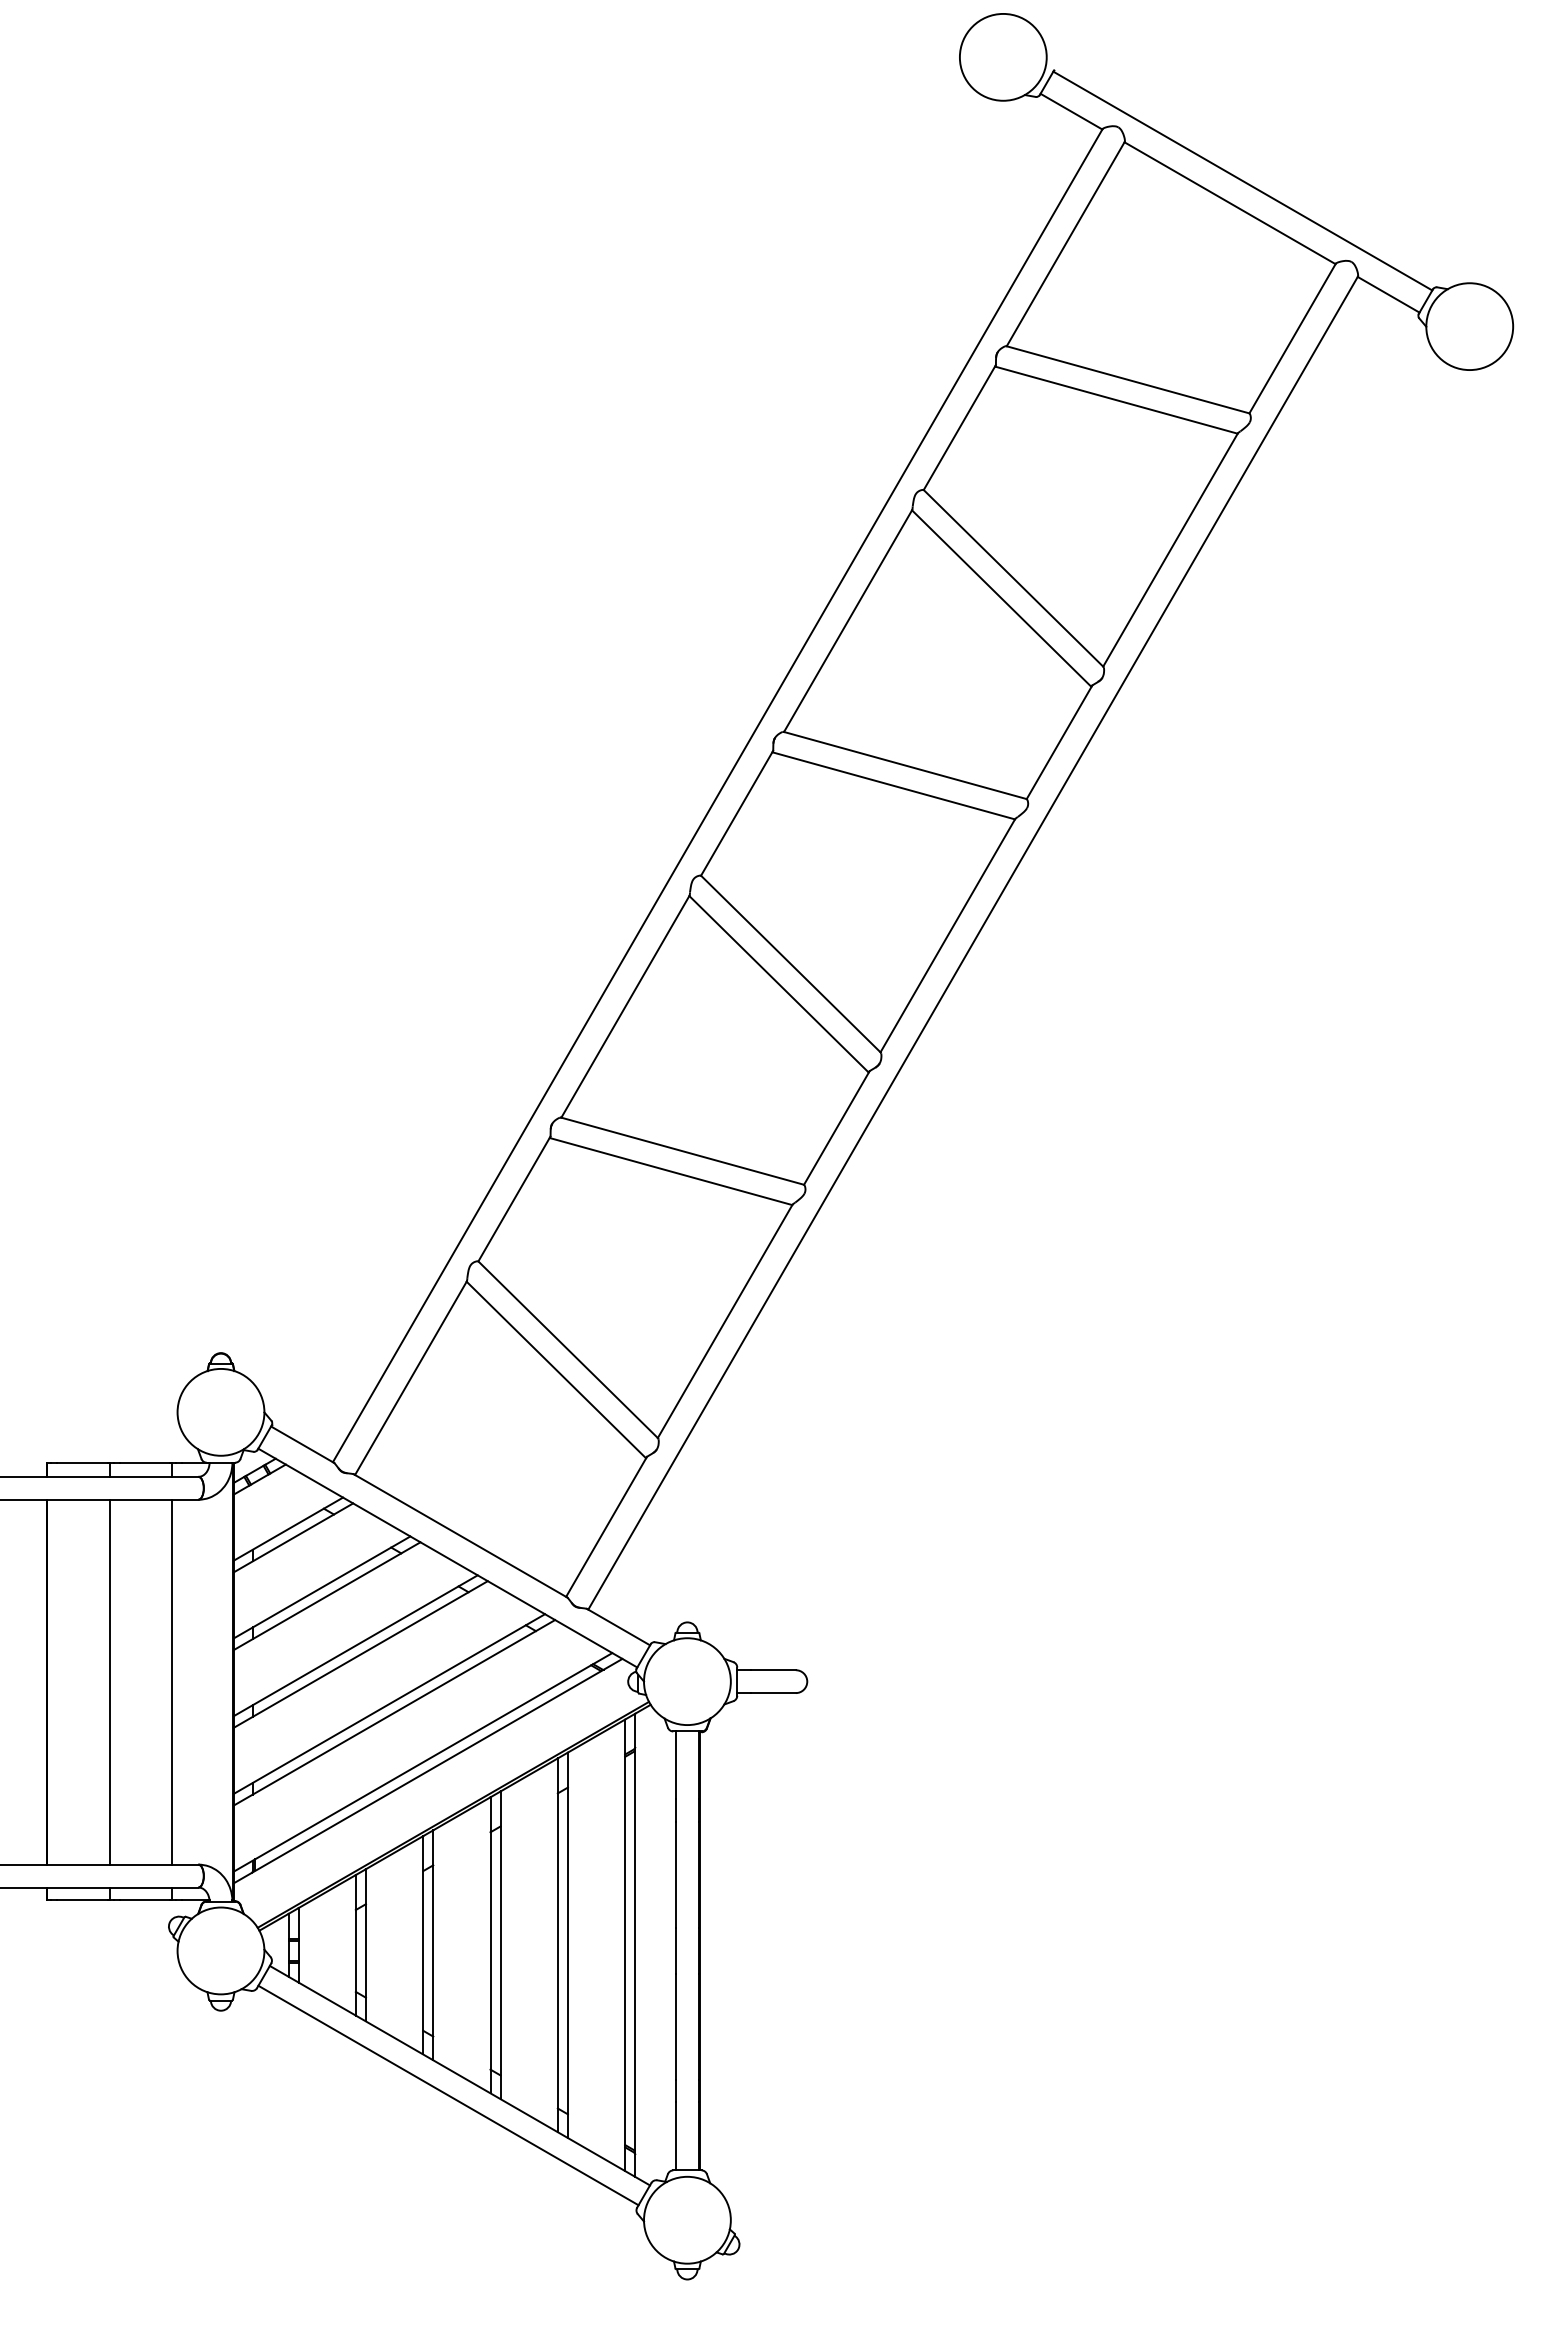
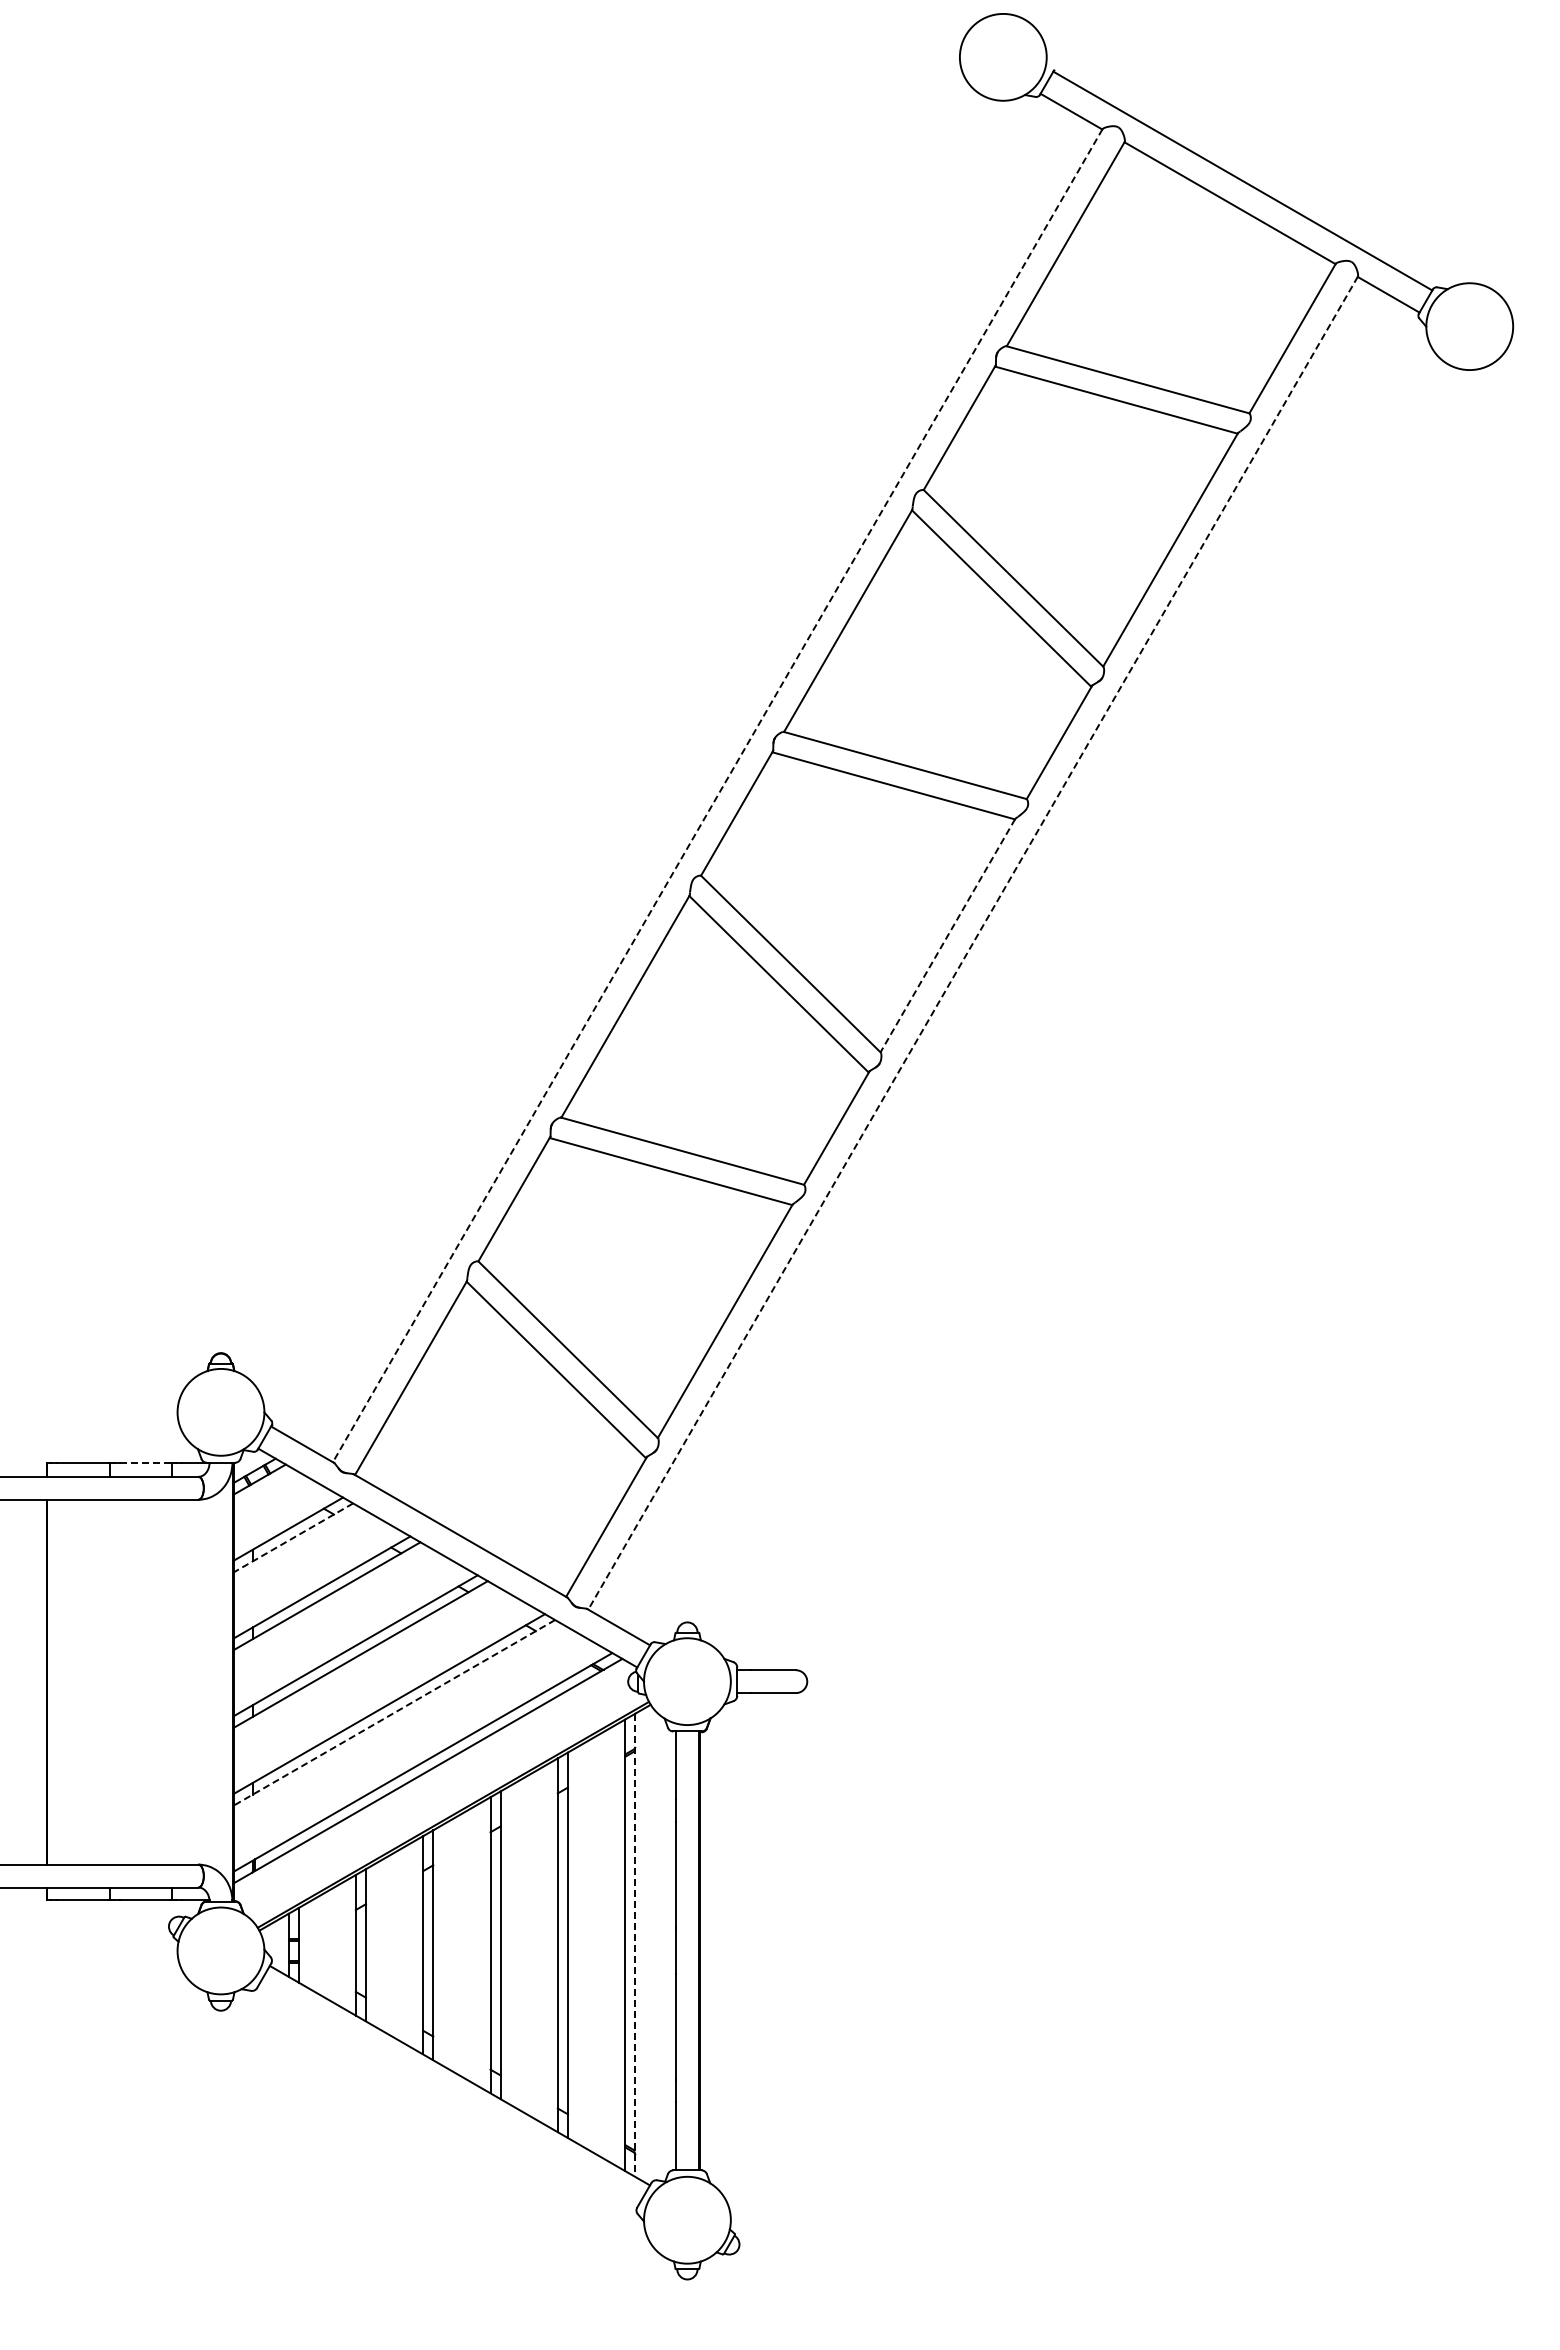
line at (717, 795): solid -> dashed
line at (947, 935): solid -> dashed
line at (973, 943): solid -> dashed
line at (145, 1462): solid -> dashed
line at (293, 1537): solid -> dashed
line at (110, 1681): present -> none
line at (172, 1681): present -> none
line at (394, 1712): solid -> dashed
line at (635, 1945): solid -> dashed
line at (448, 2095): present -> none
